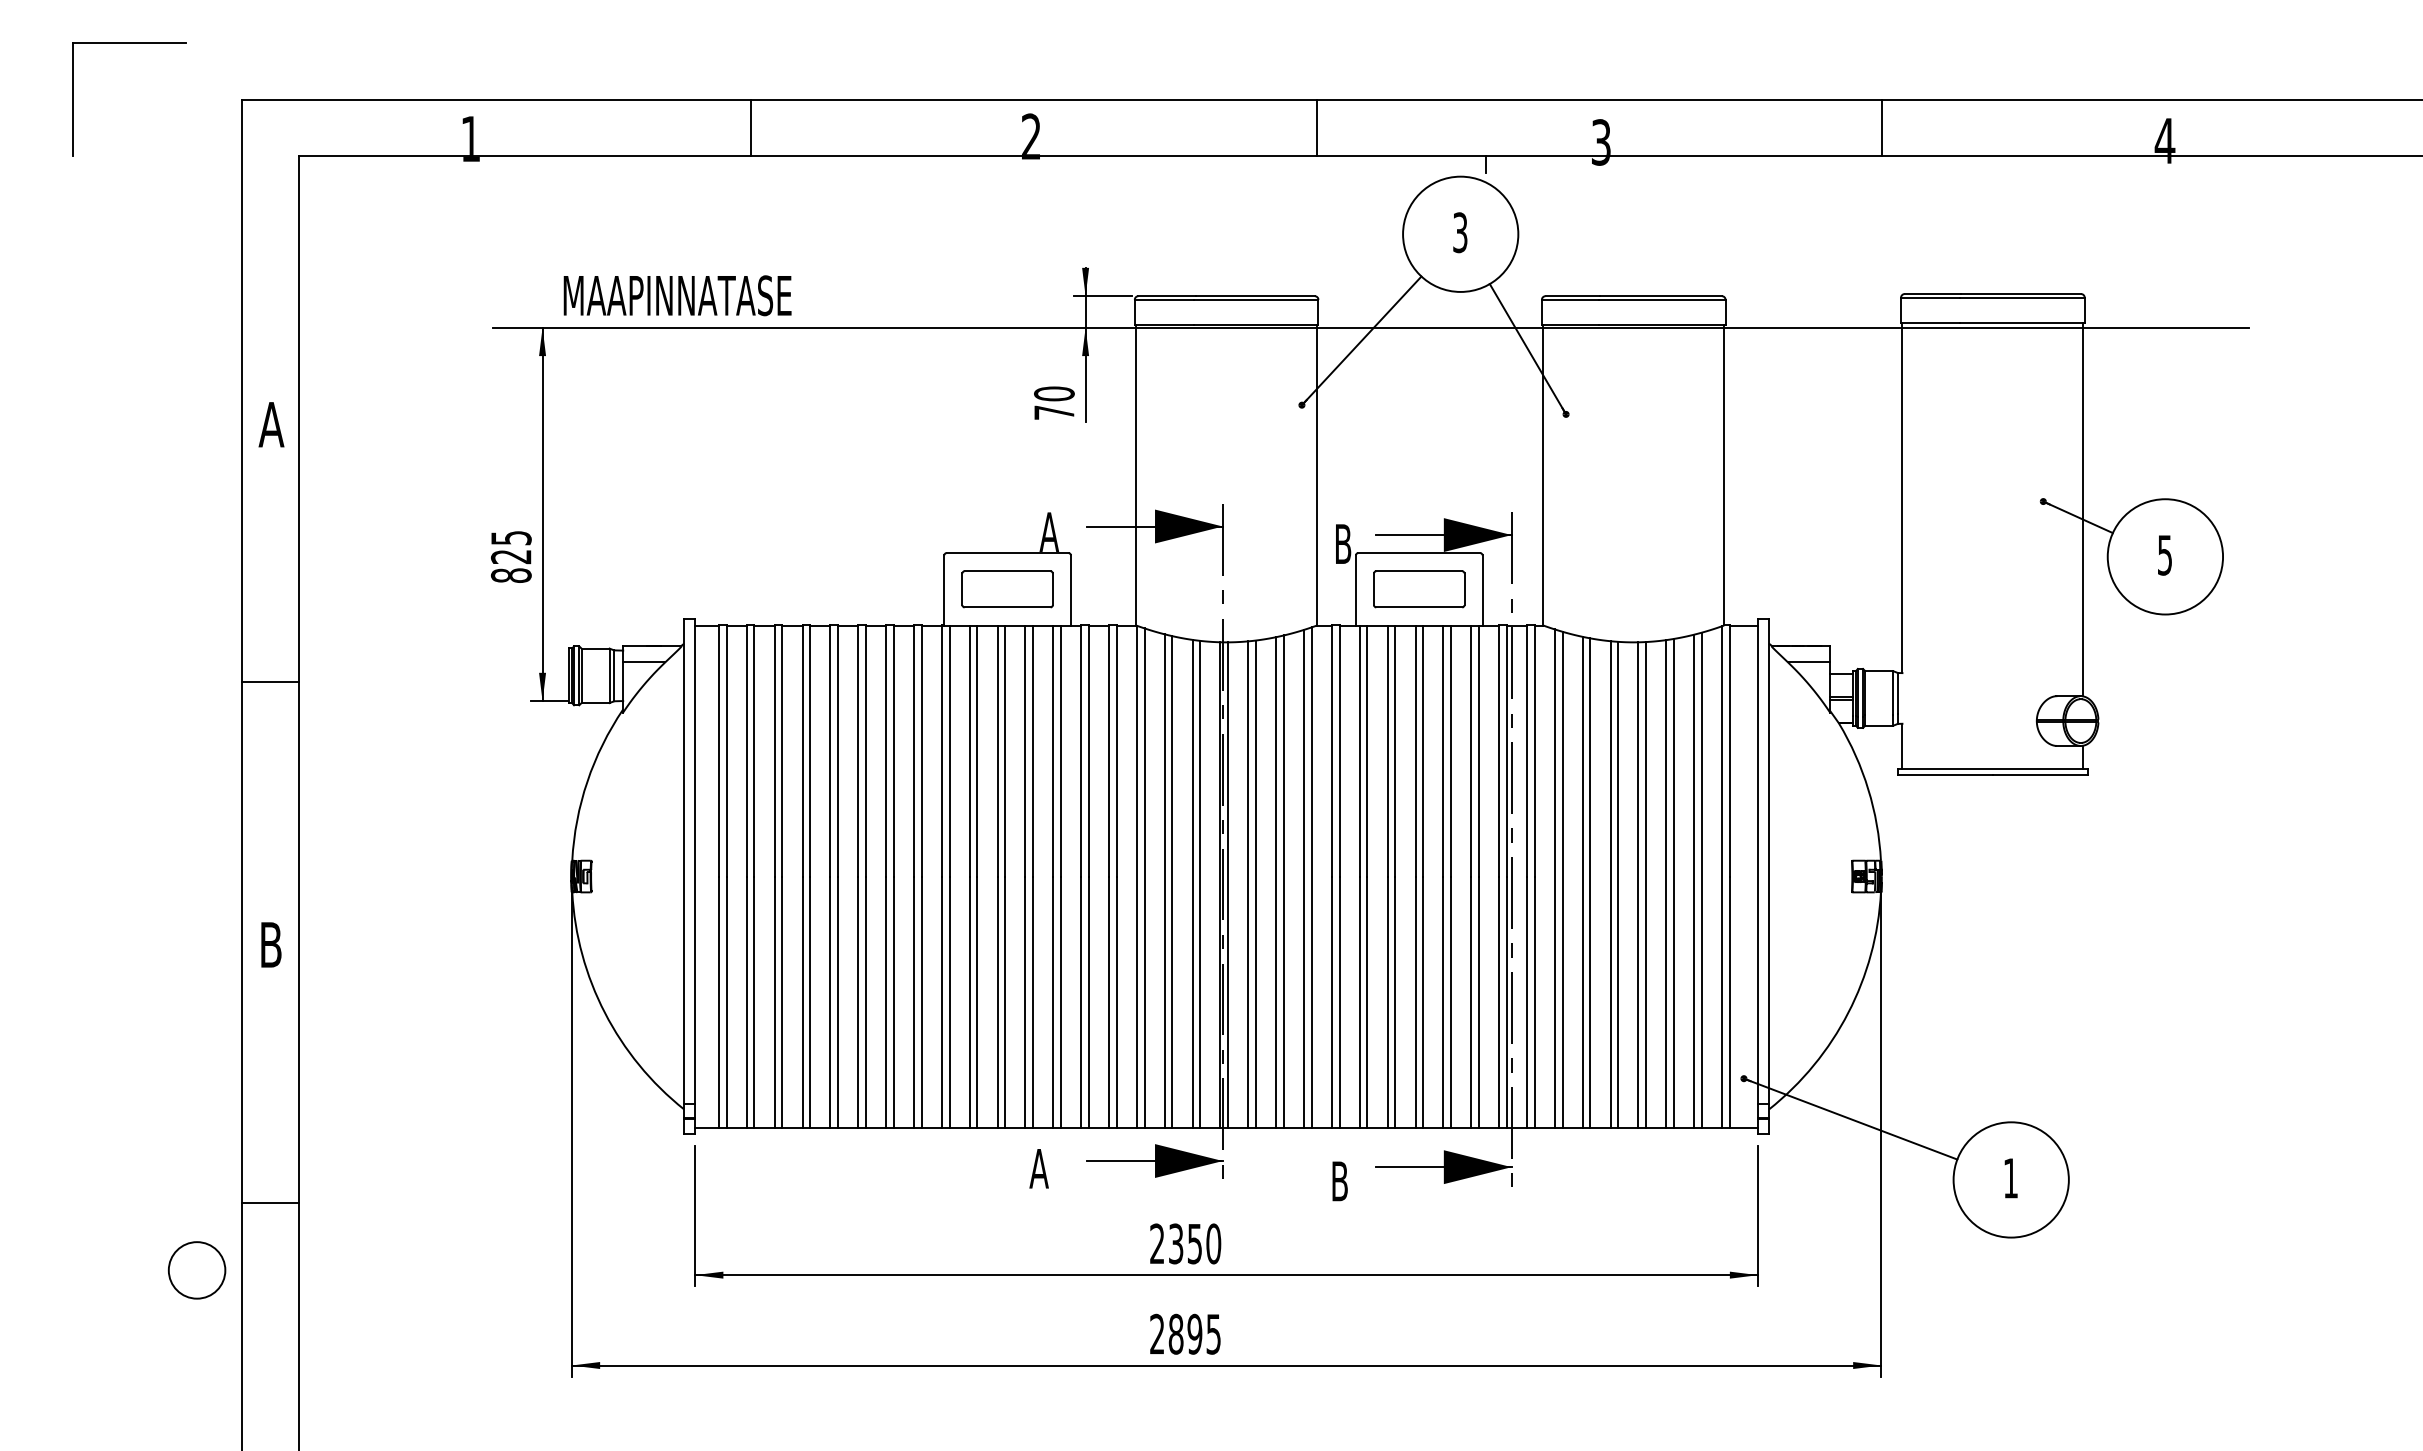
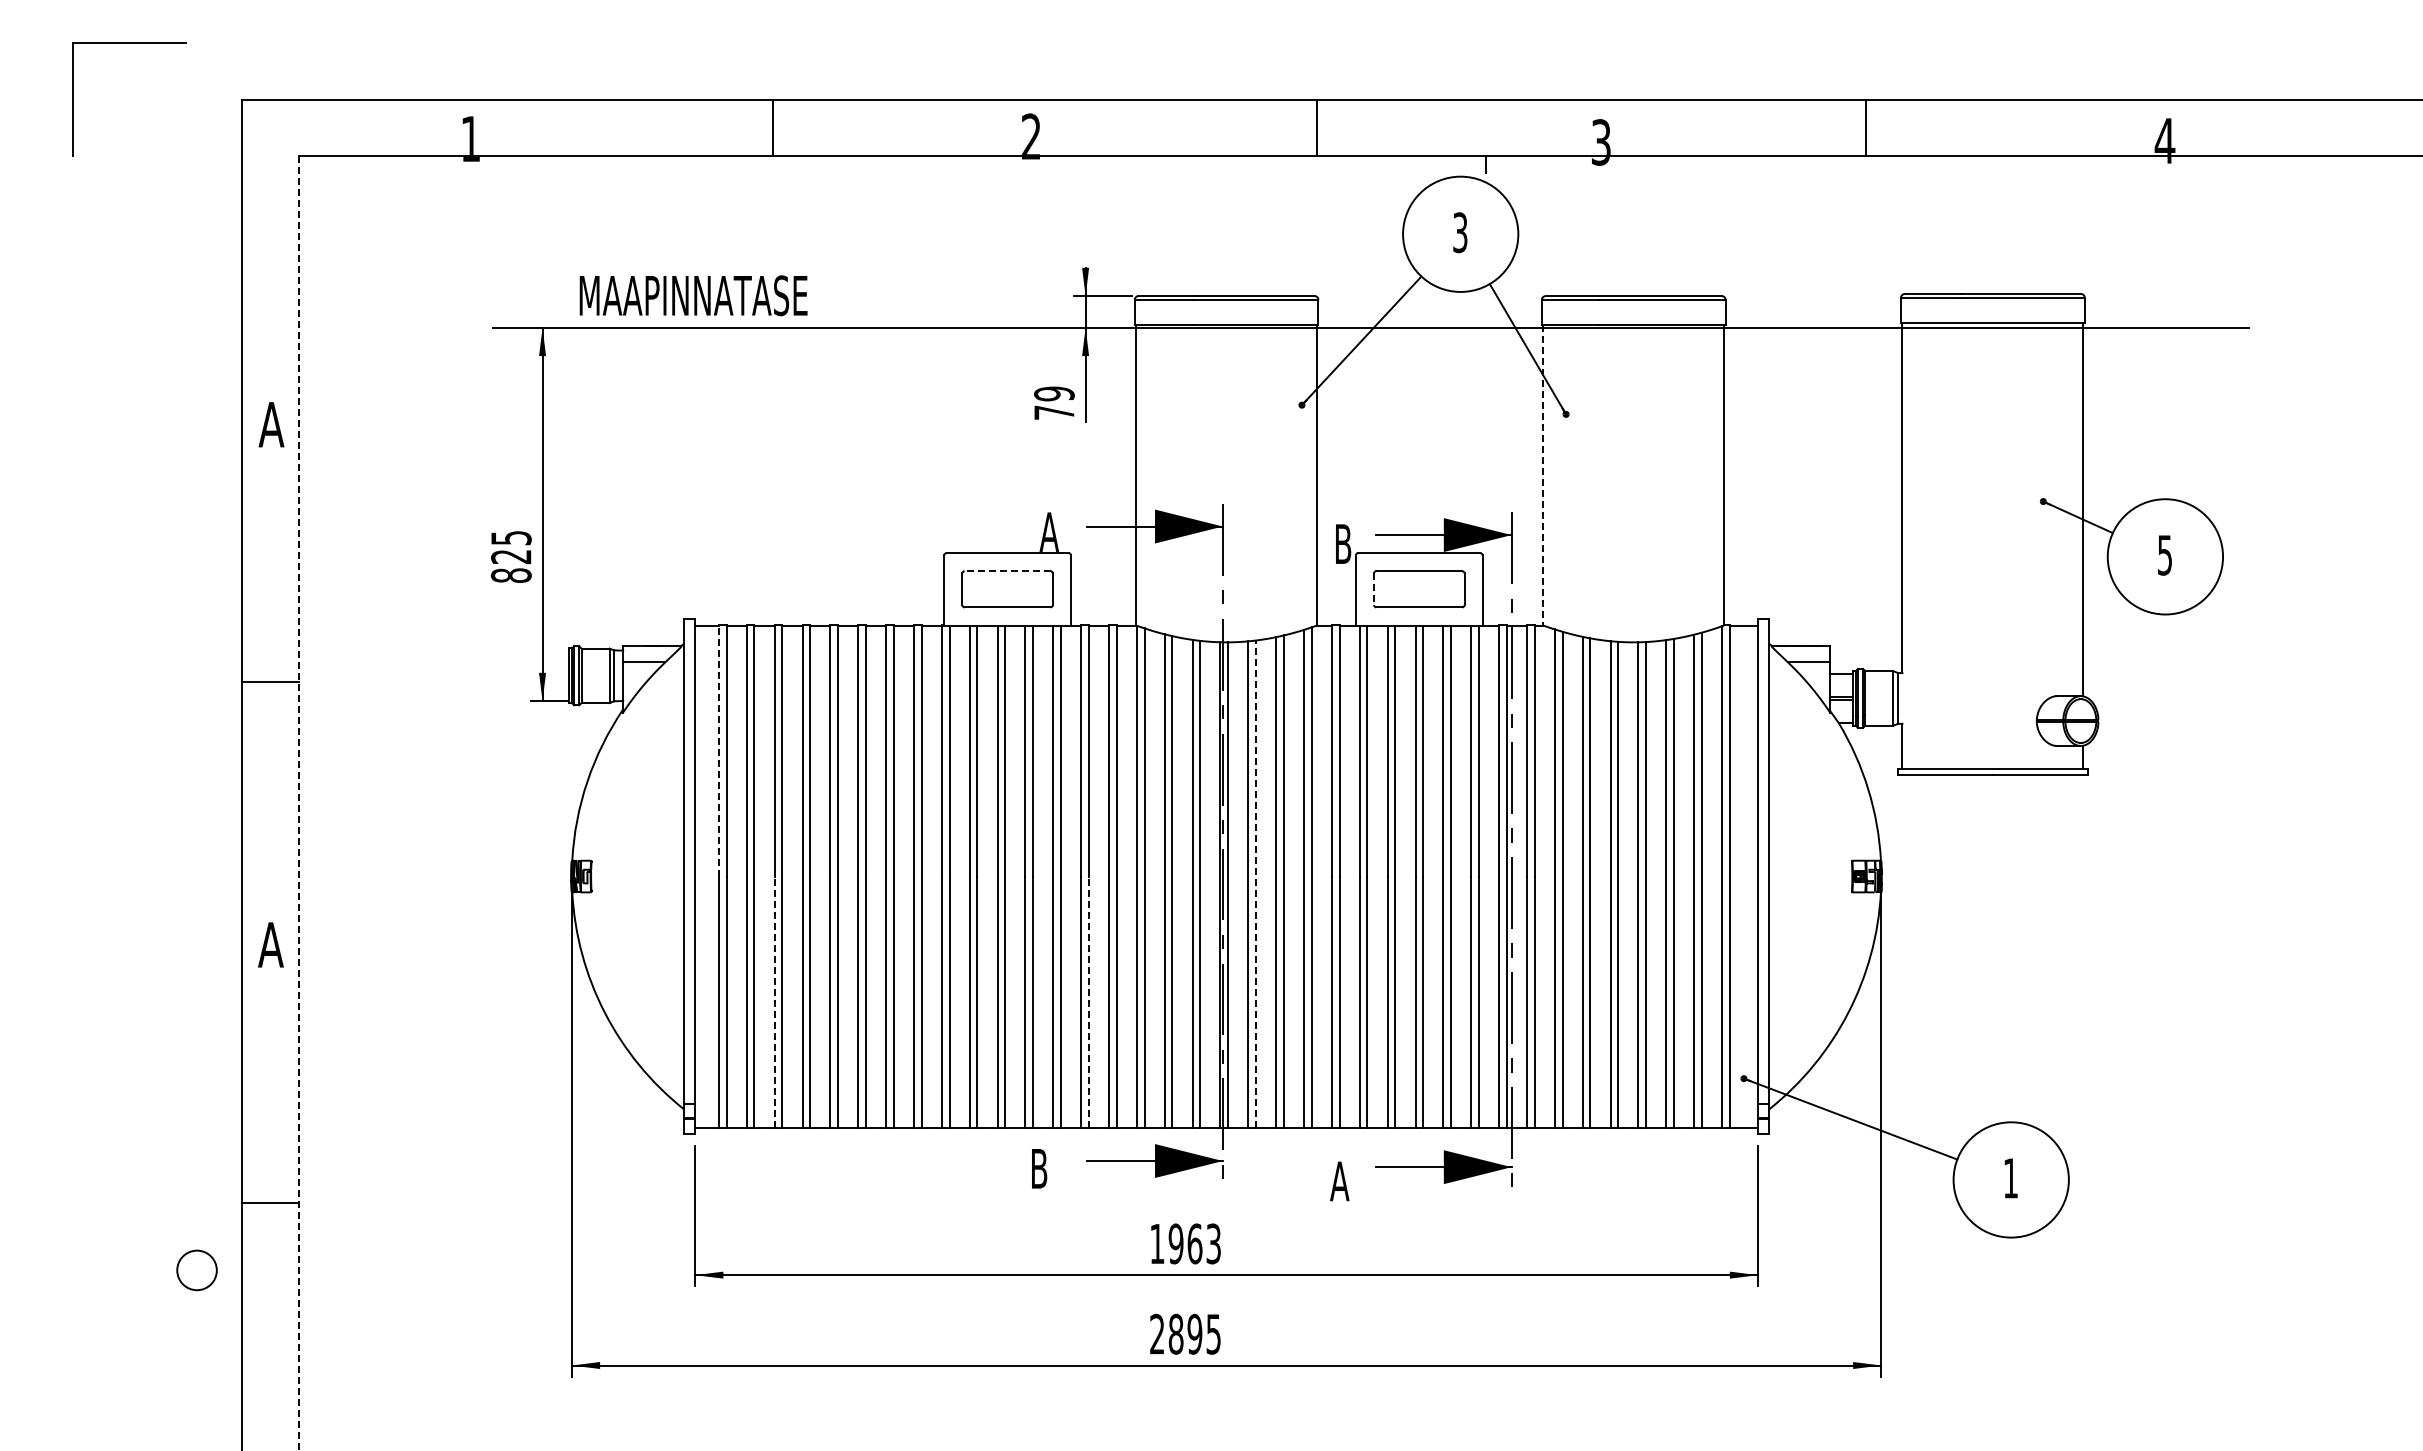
line at (751, 127) position: (751, 127) -> (773, 127)
line at (1882, 127) position: (1882, 127) -> (1866, 127)
text at (677, 295) position: (677, 295) -> (693, 295)
text at (1054, 393): 70 -> 79
line at (1543, 475): solid -> dashed
line at (1007, 571): solid -> dashed
line at (1374, 589): solid -> dashed
line at (718, 751): solid -> dashed
line at (298, 803): solid -> dashed
line at (1256, 884): solid -> dashed
text at (270, 944): B -> A
line at (774, 1002): solid -> dashed
line at (1088, 1002): solid -> dashed
text at (1038, 1168): A -> B
text at (1339, 1181): B -> A
text at (1185, 1243): 2350 -> 1963
circle at (196, 1270) size: 60x59 px -> 42x43 px
